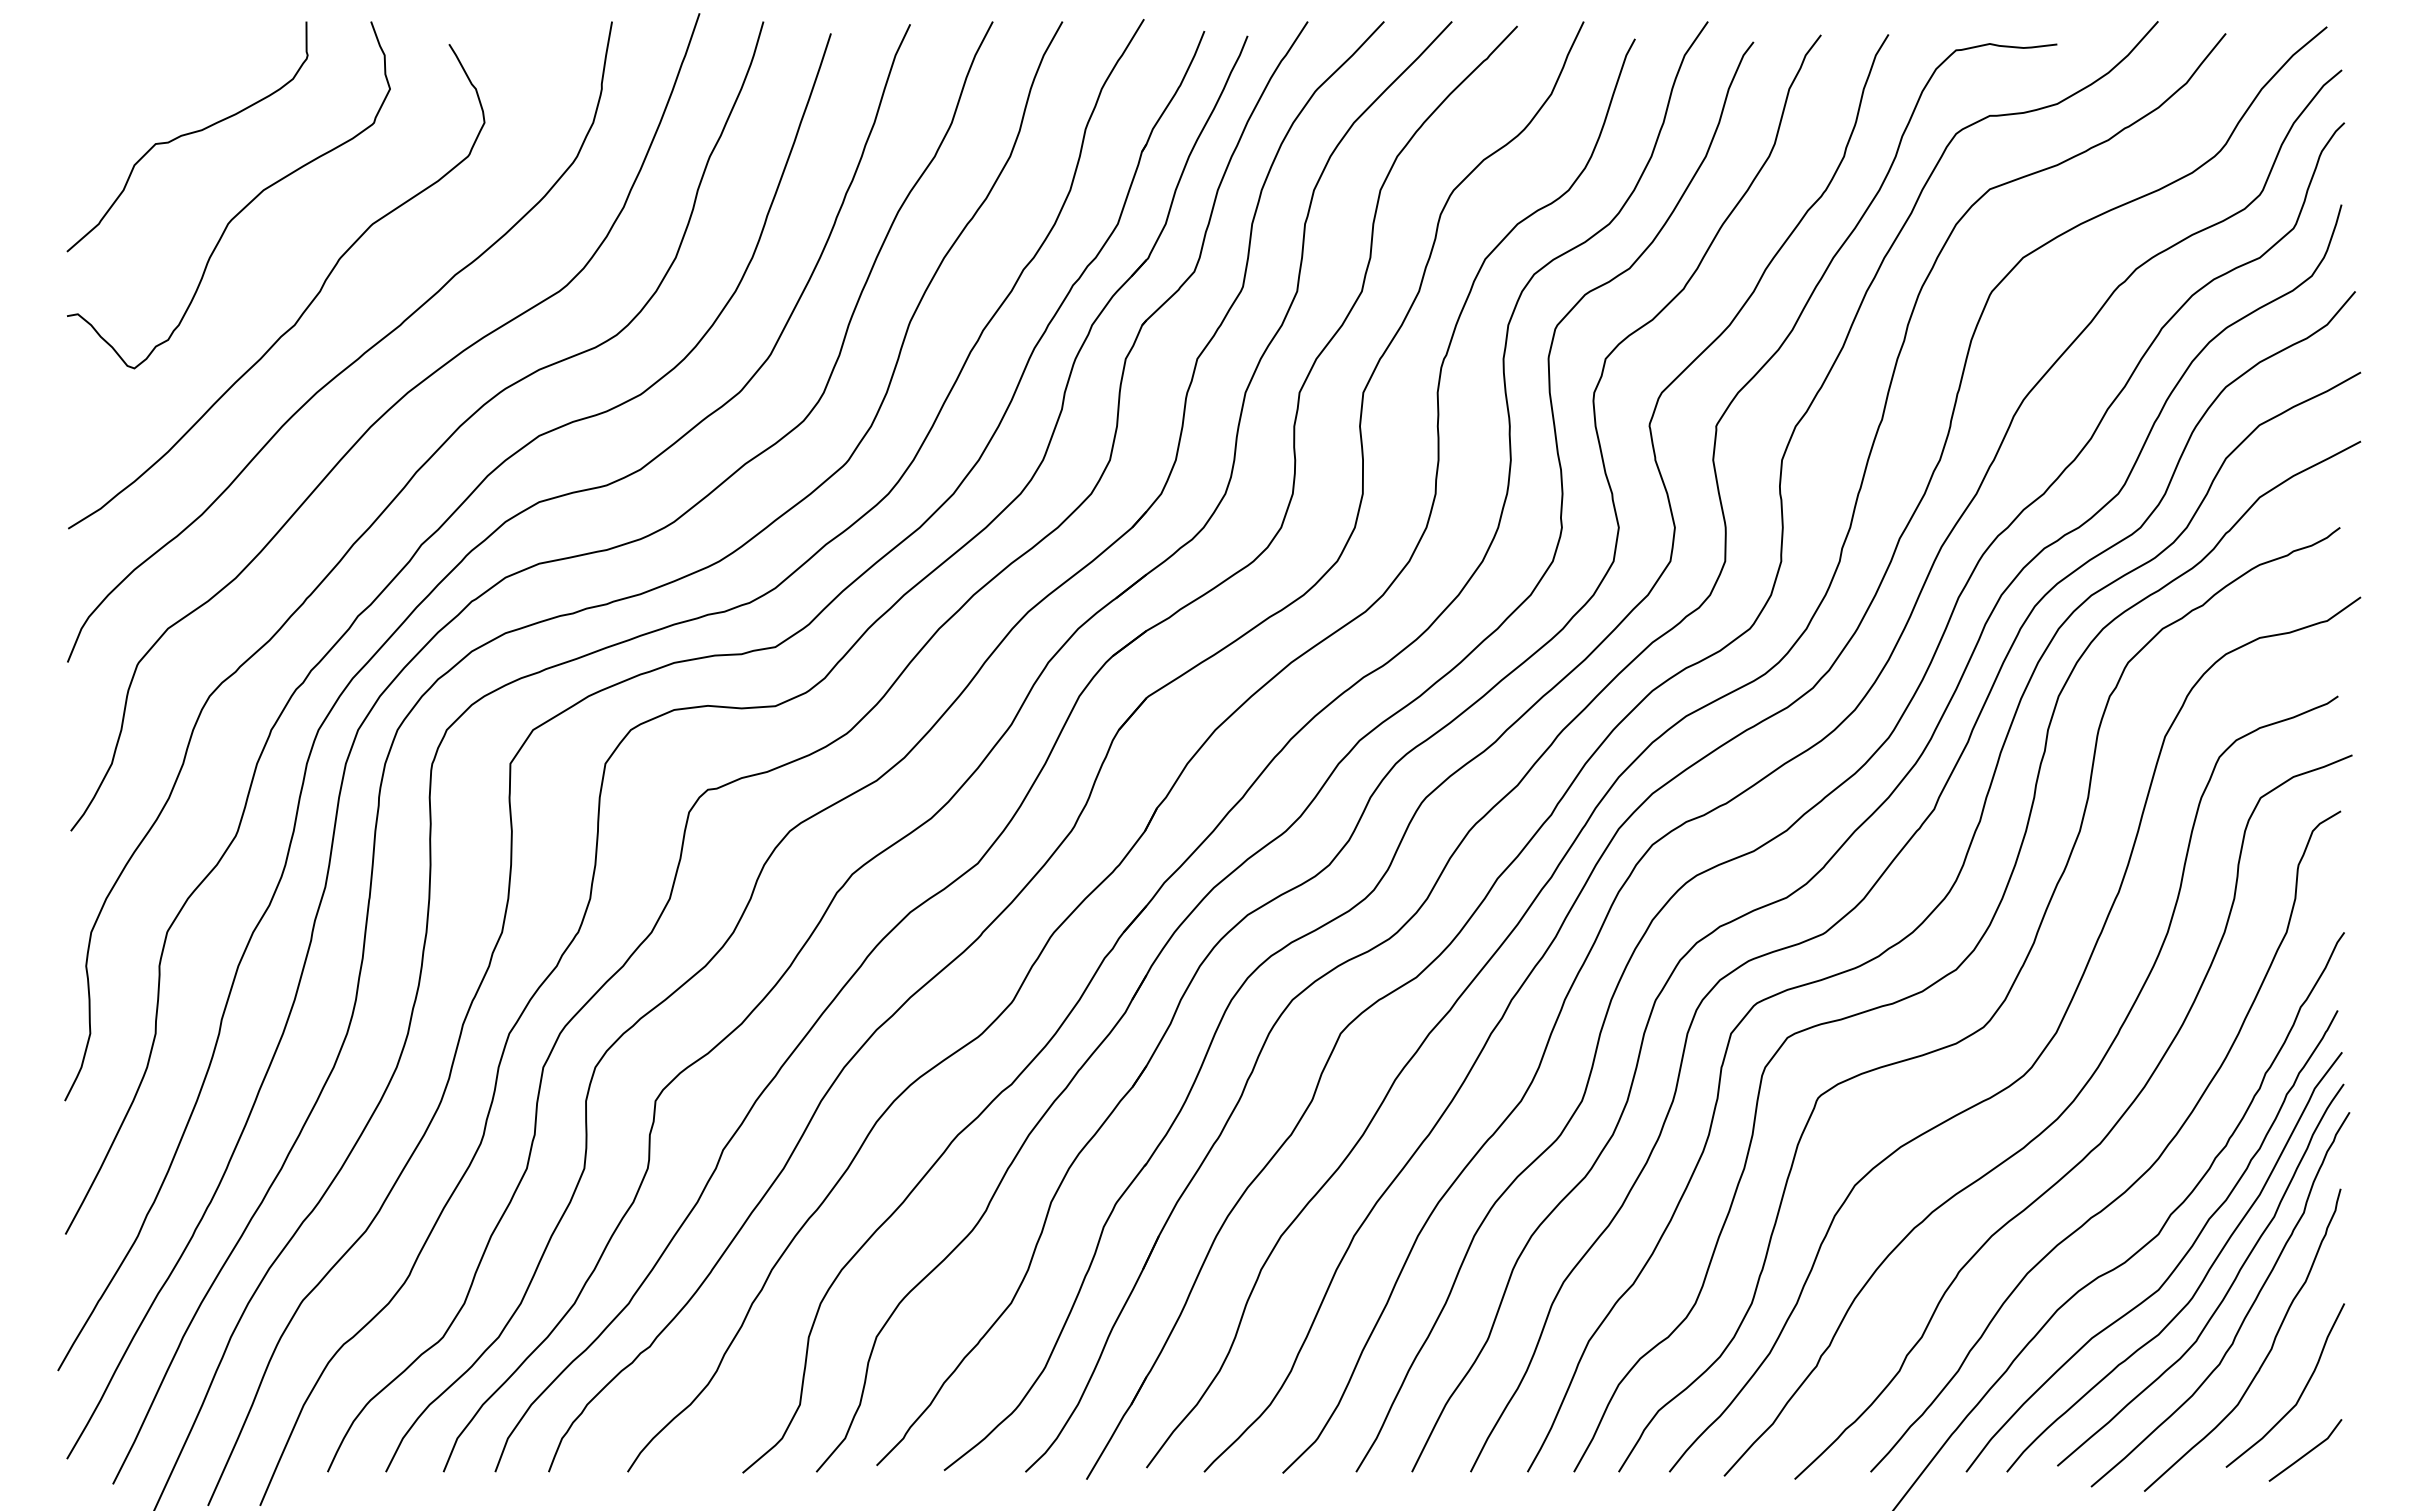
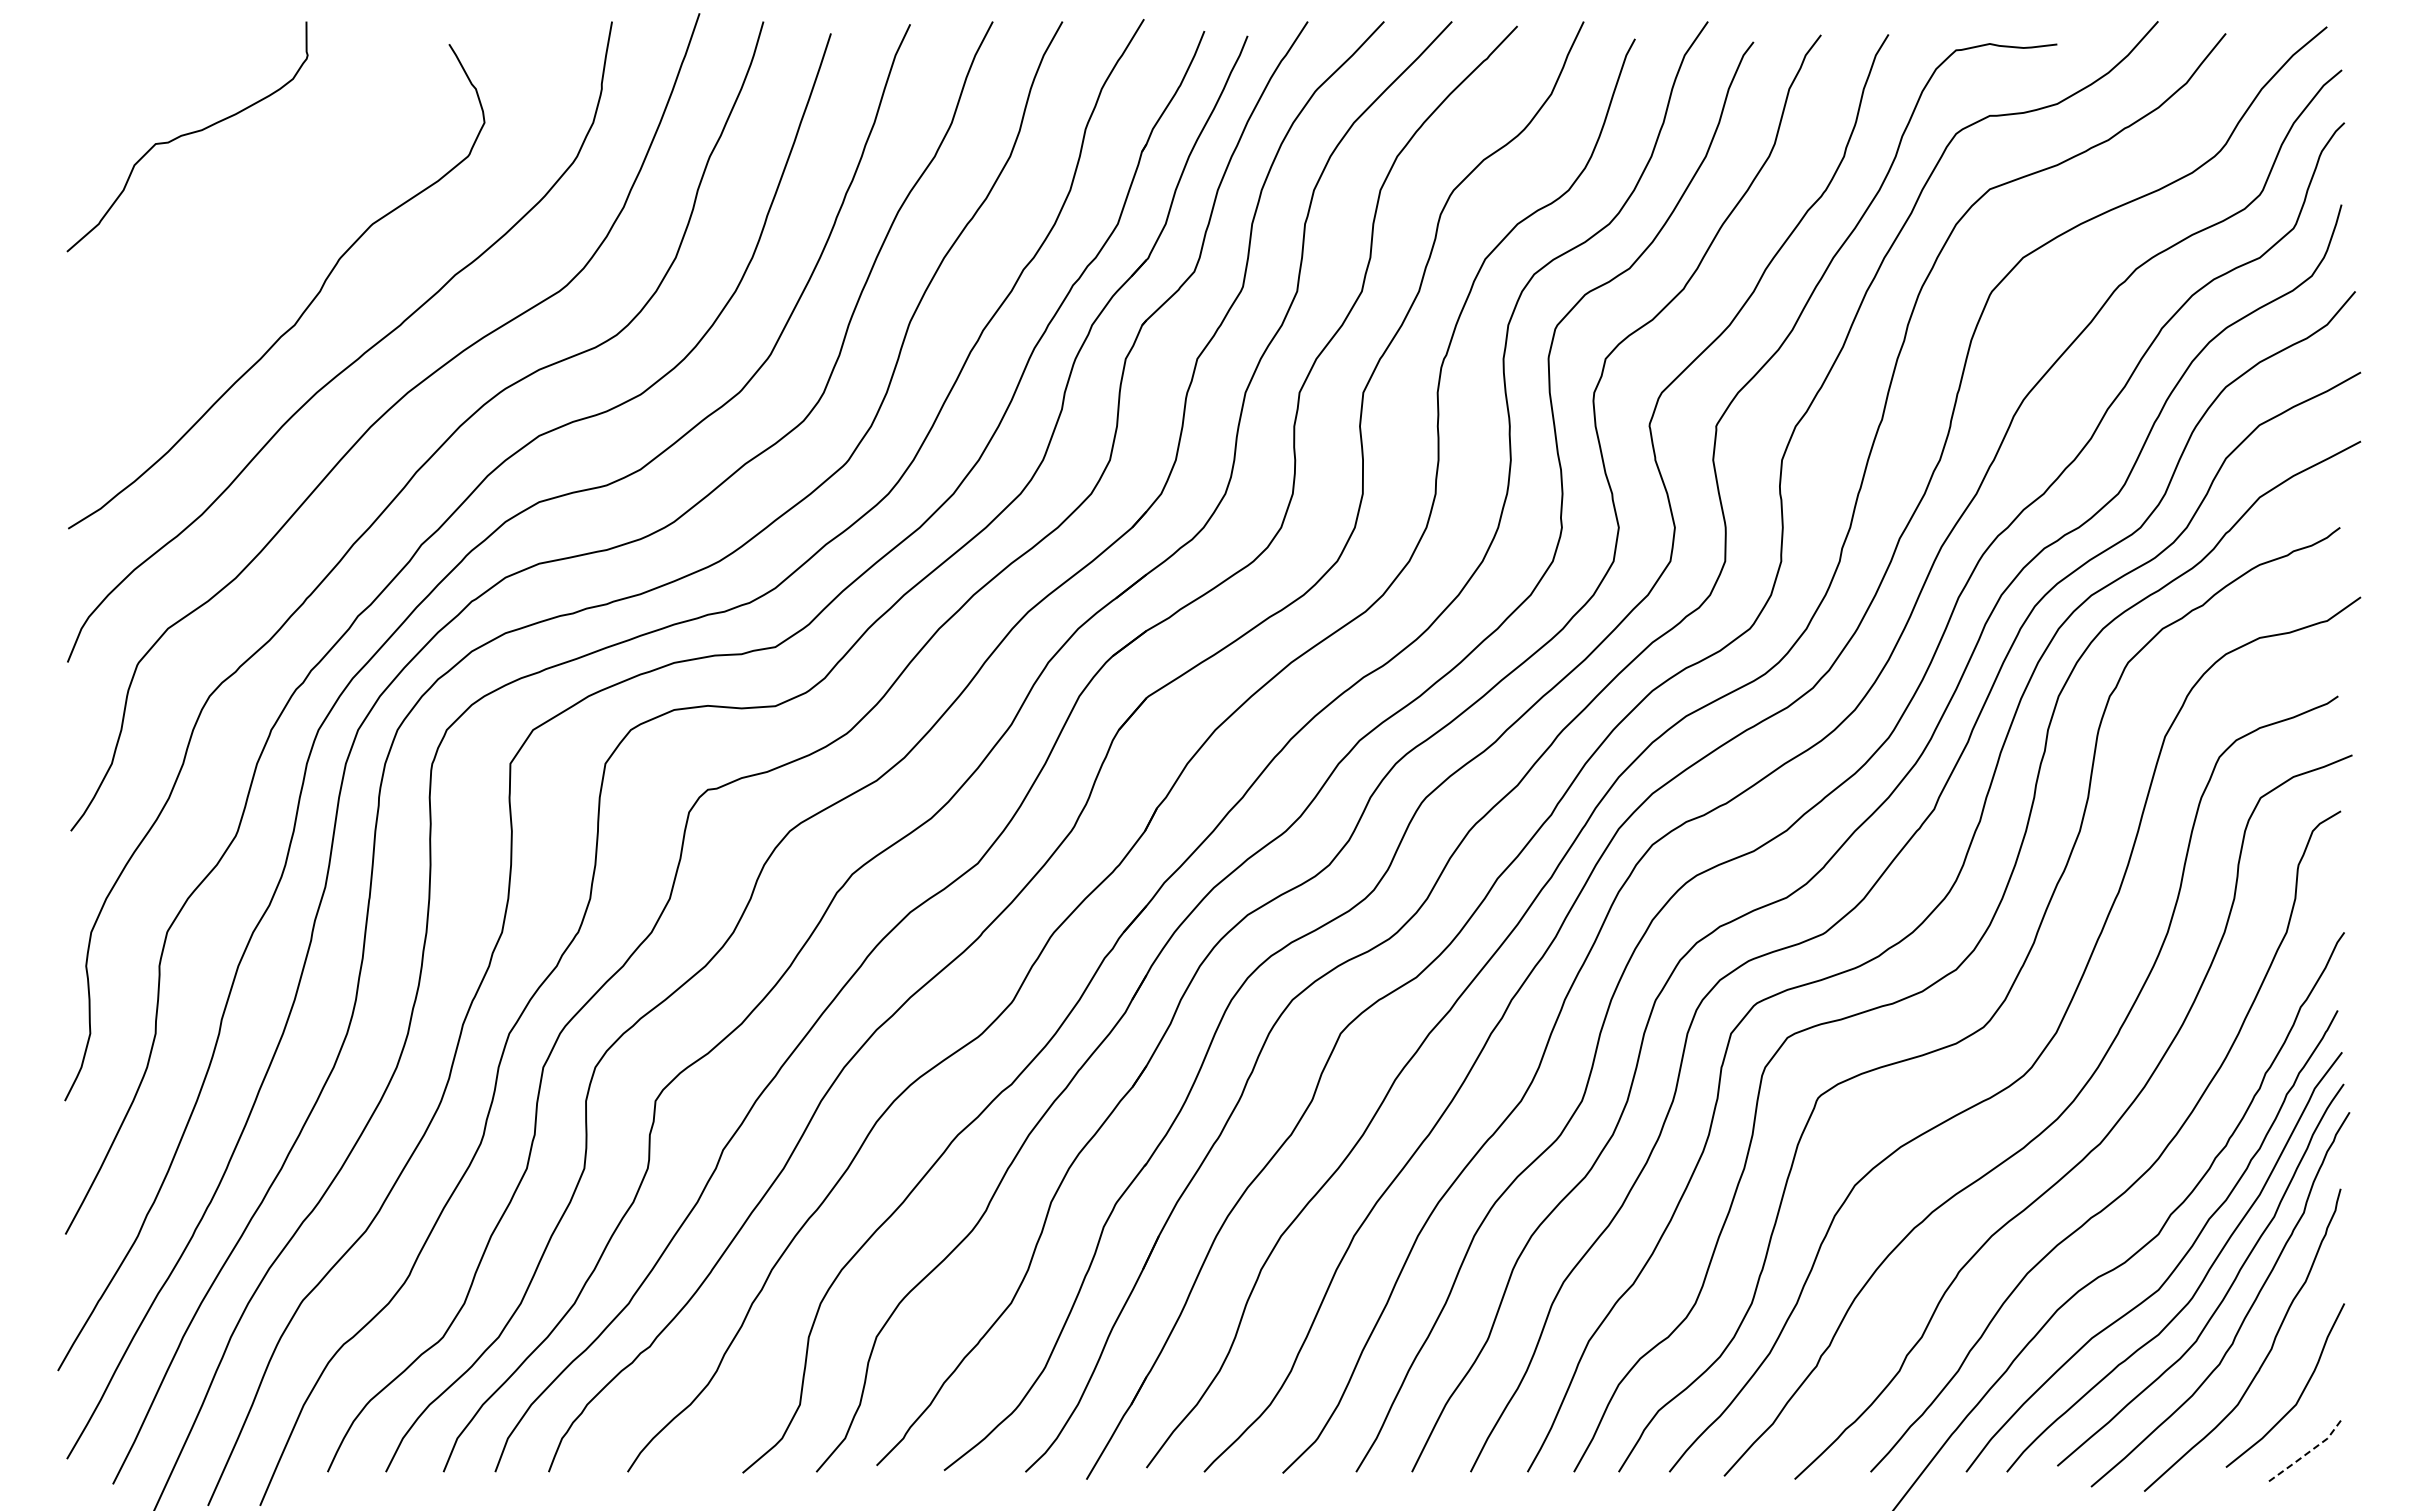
curve at (242, 208): present -> none
line at (2307, 1453): solid -> dashed
